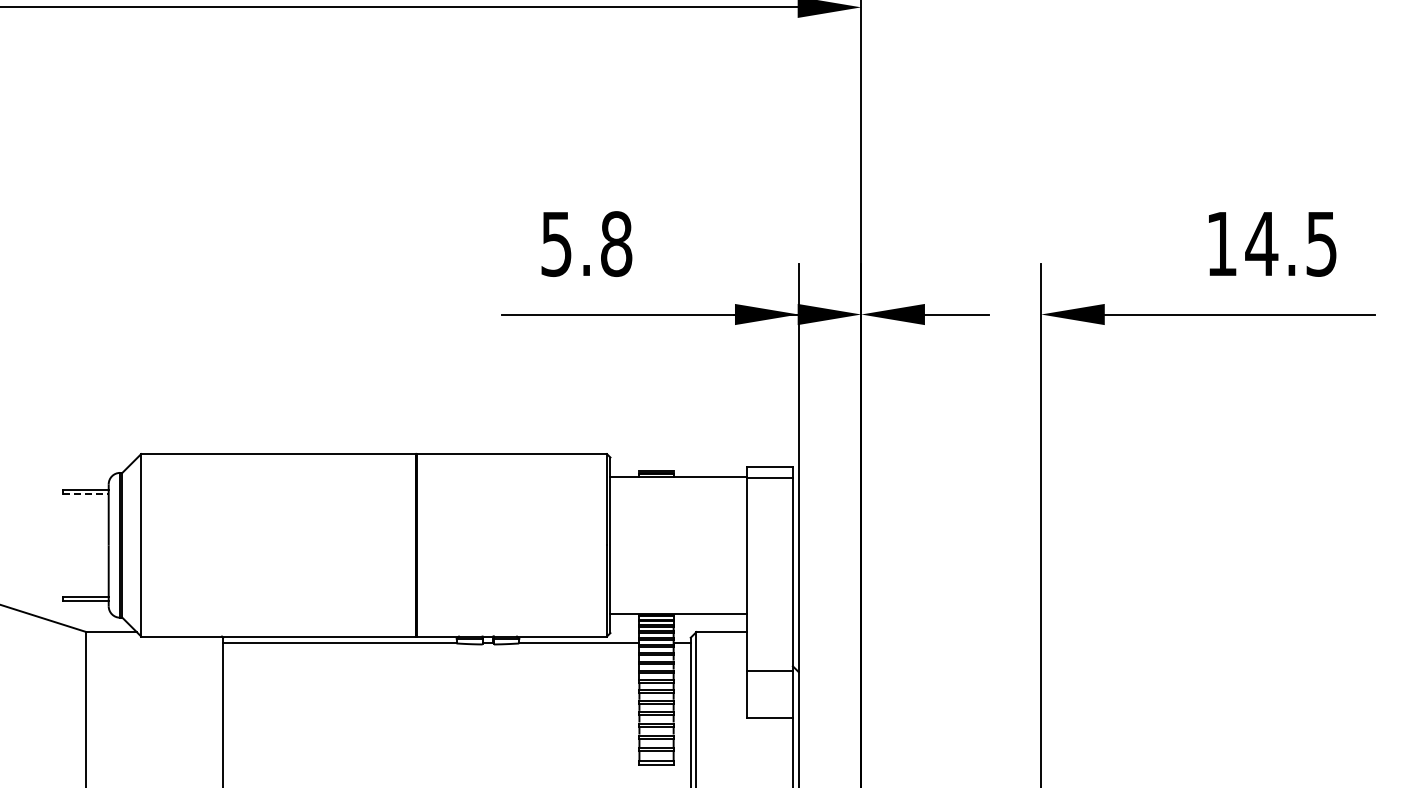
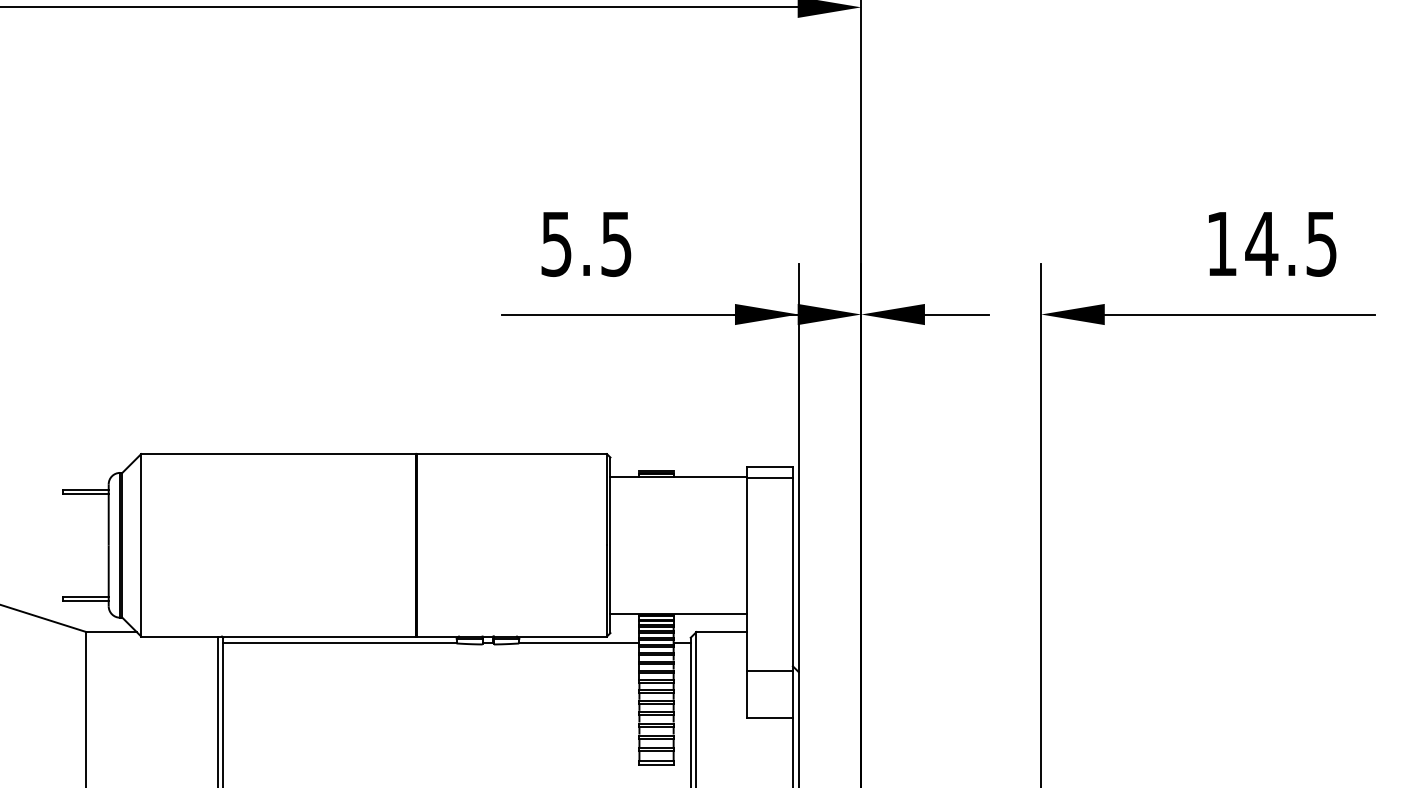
text at (616, 244): 5.8 -> 5.5
line at (85, 494): dashed -> solid
line at (217, 710): none -> present
